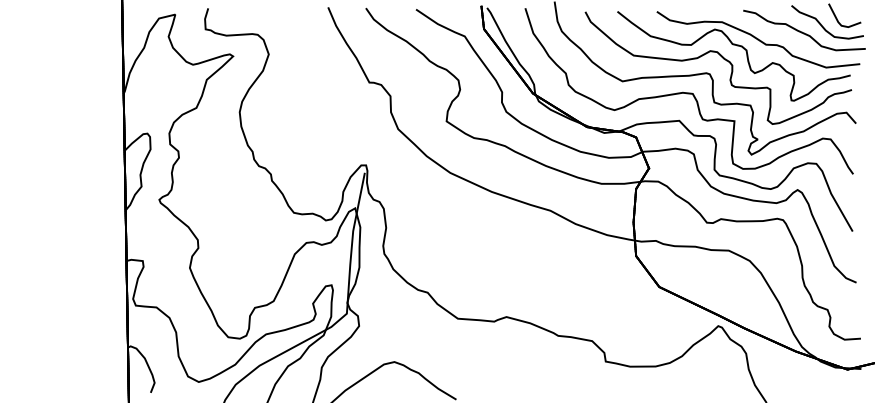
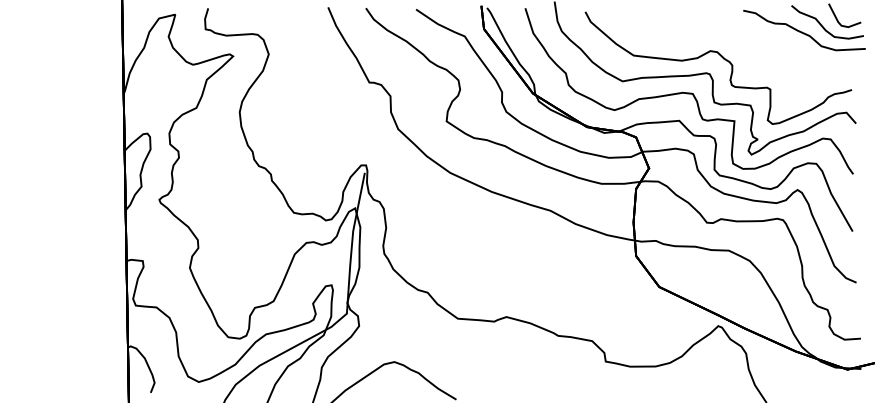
part at (746, 56): present -> none
